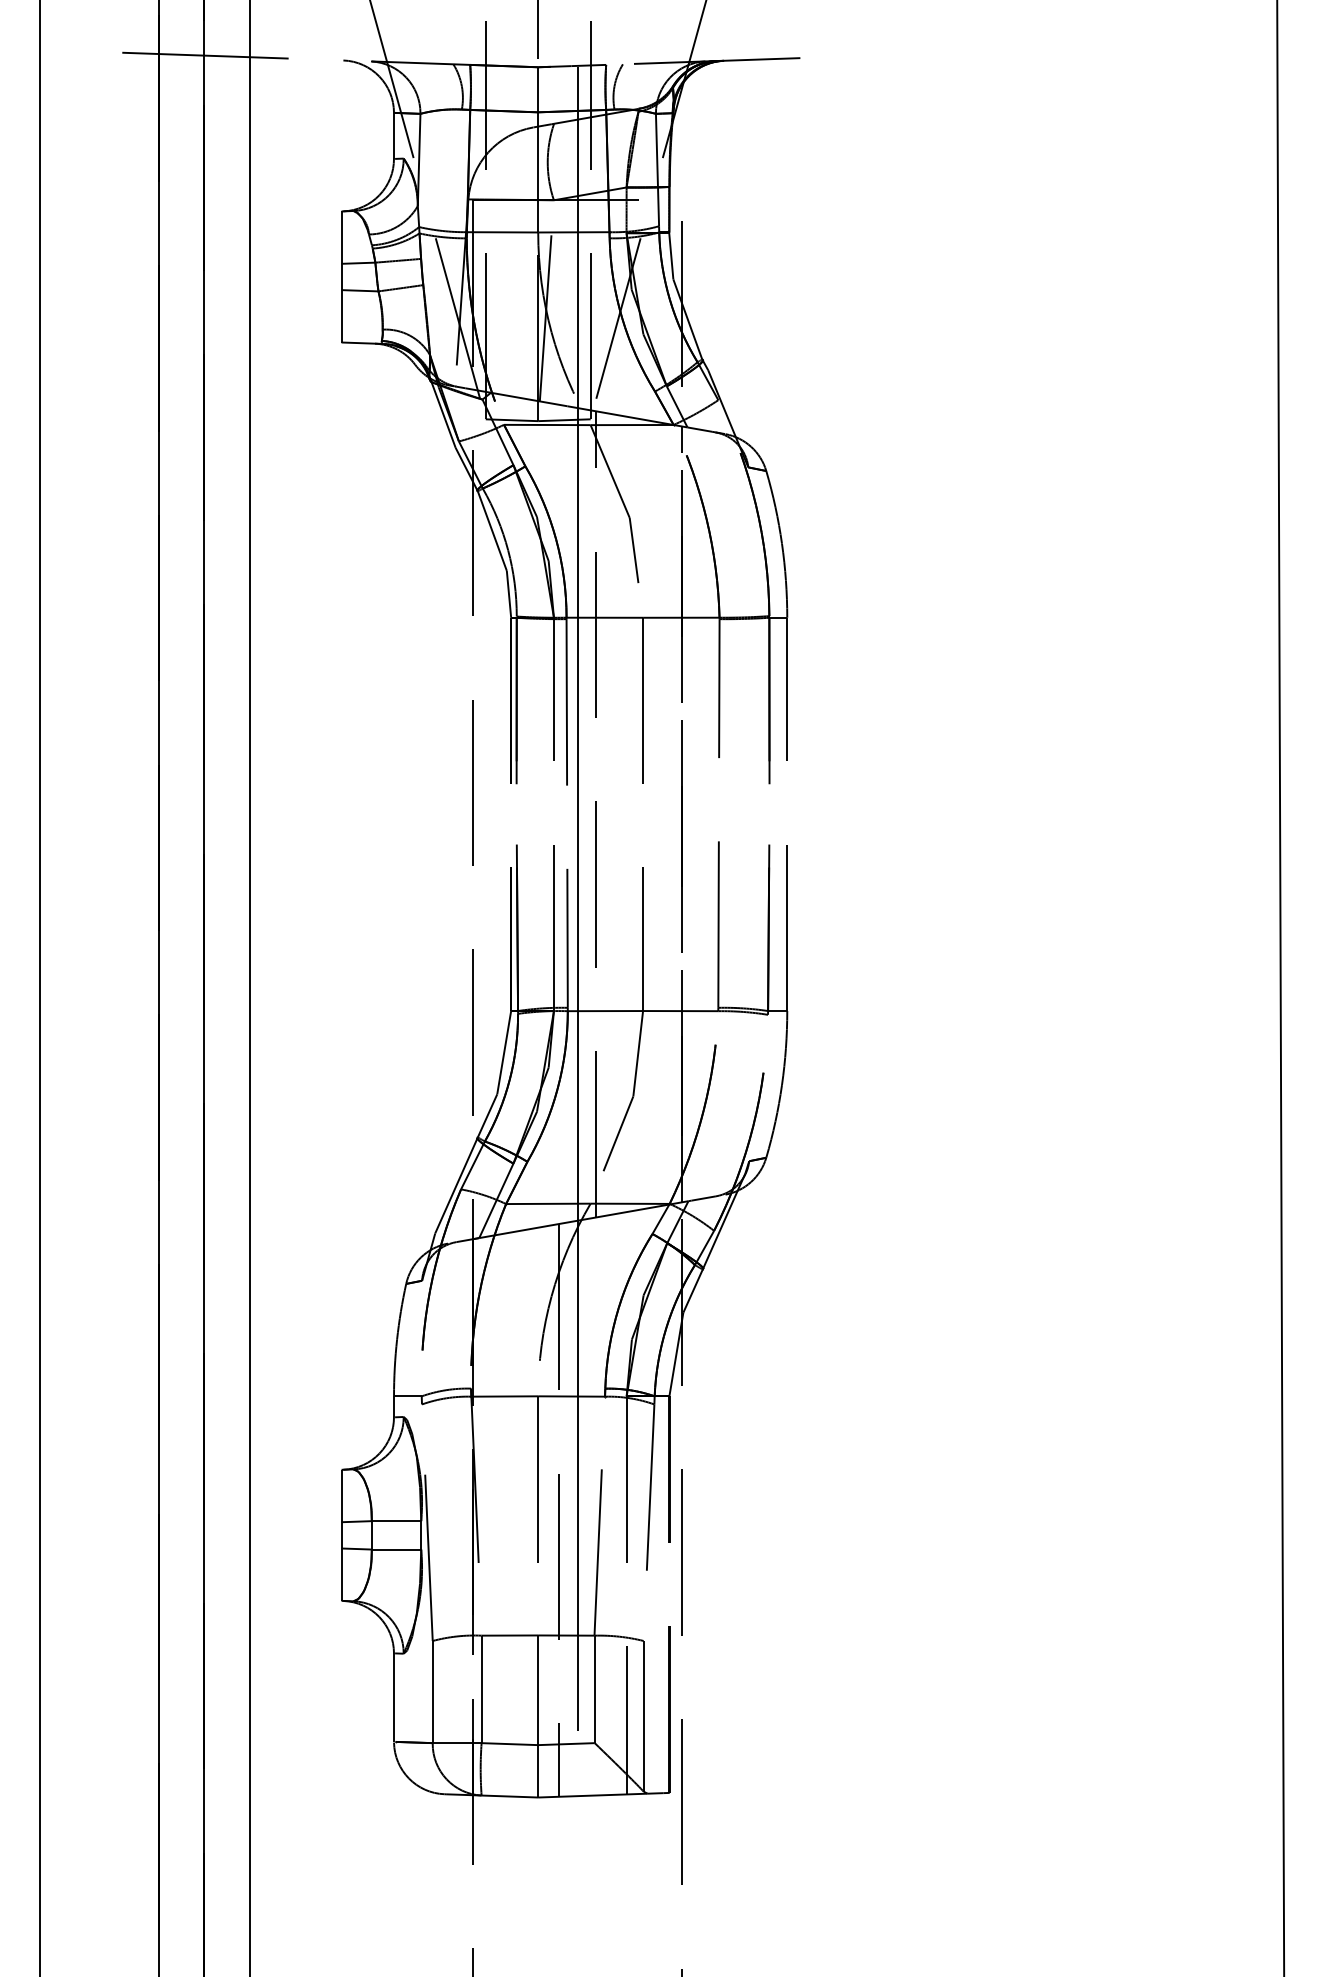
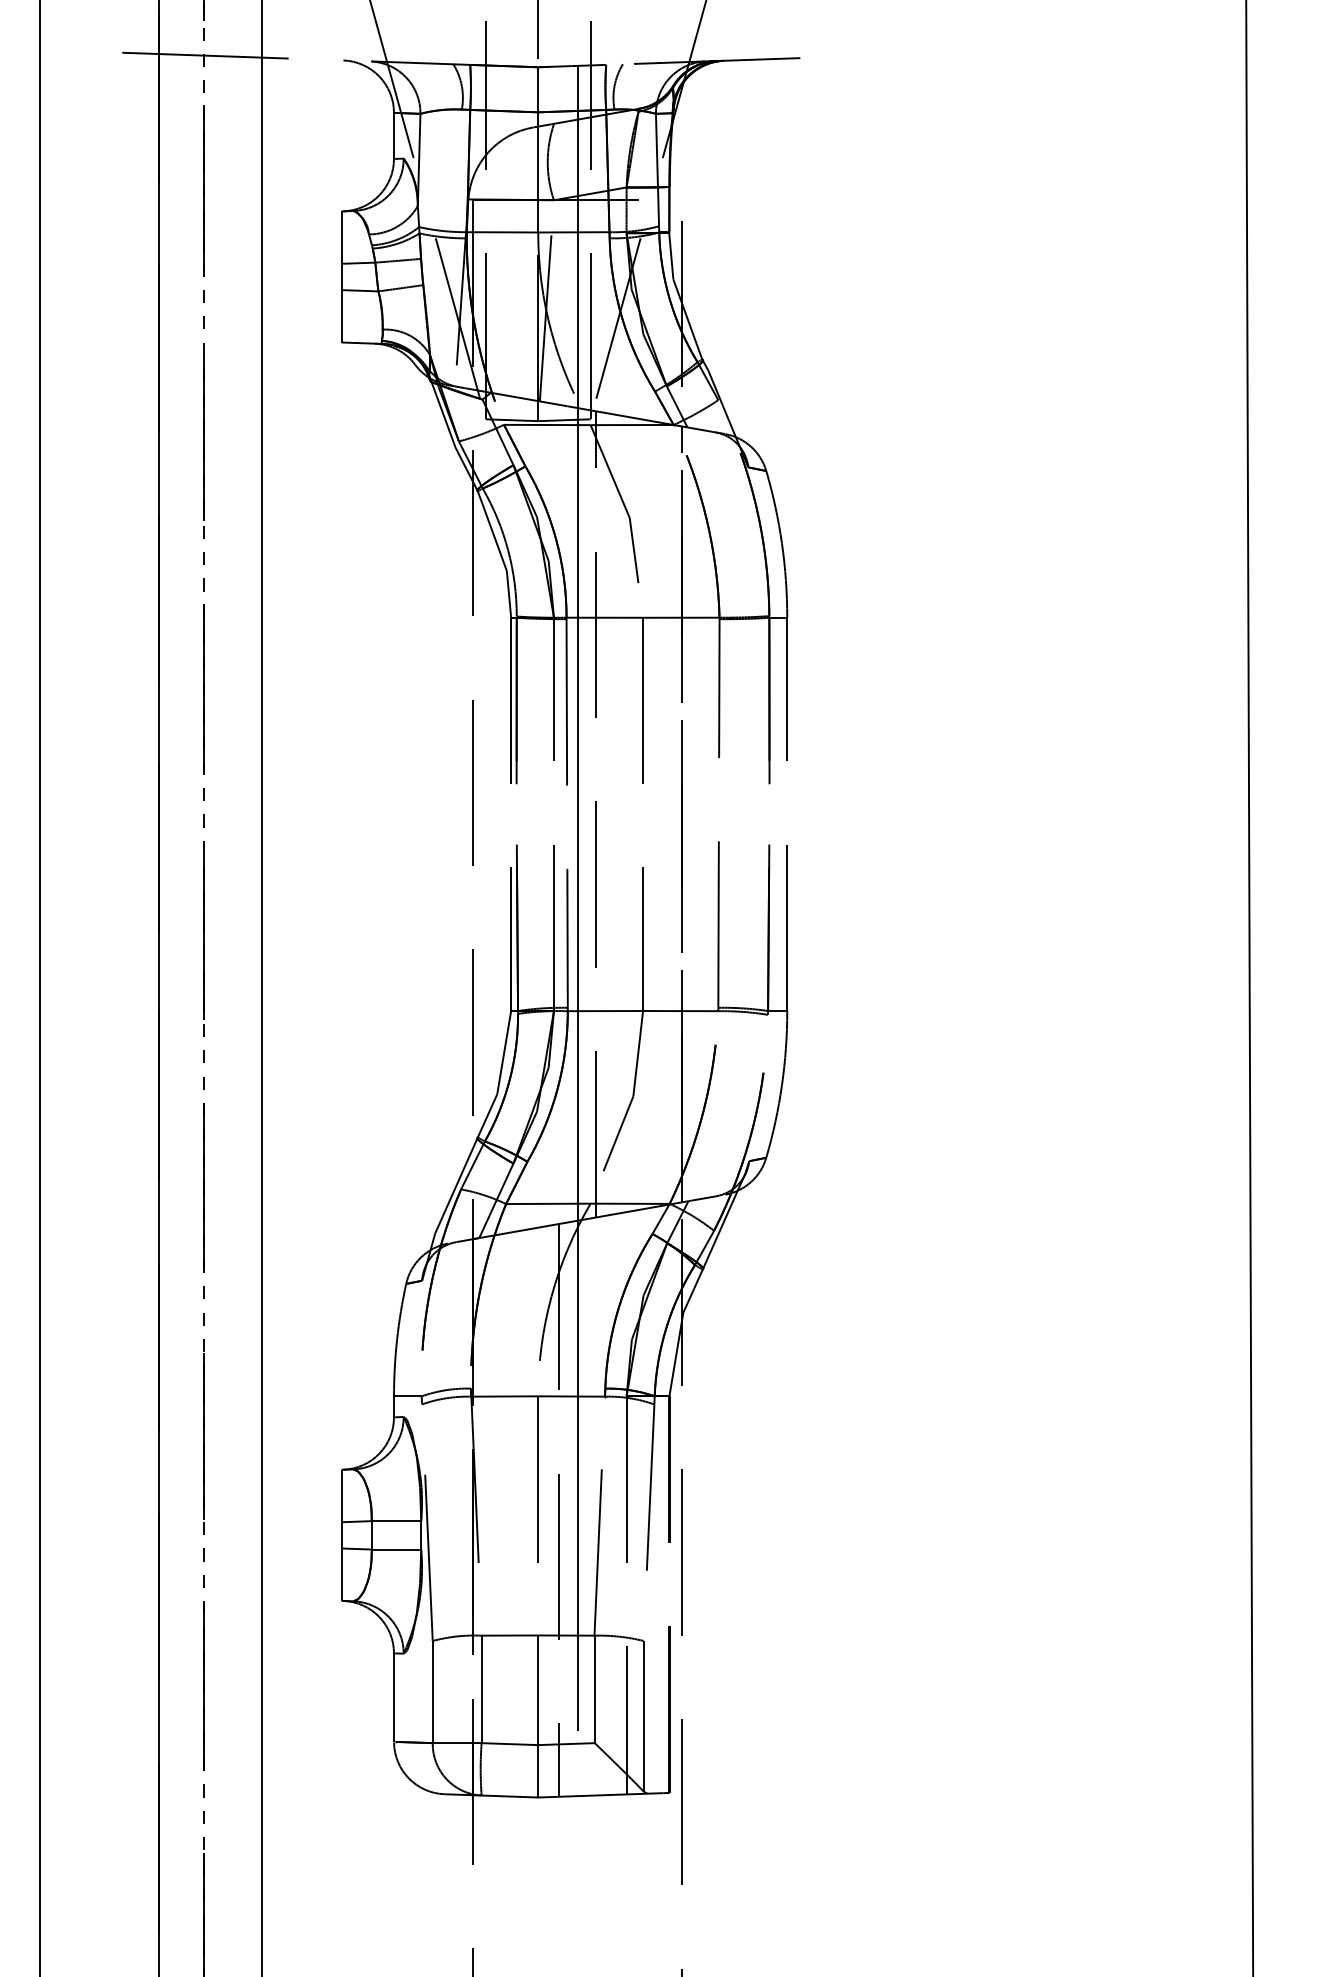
line at (249, 987) position: (249, 987) -> (261, 987)
line at (1280, 987) position: (1280, 987) -> (1249, 987)
line at (204, 988): solid -> dashed
